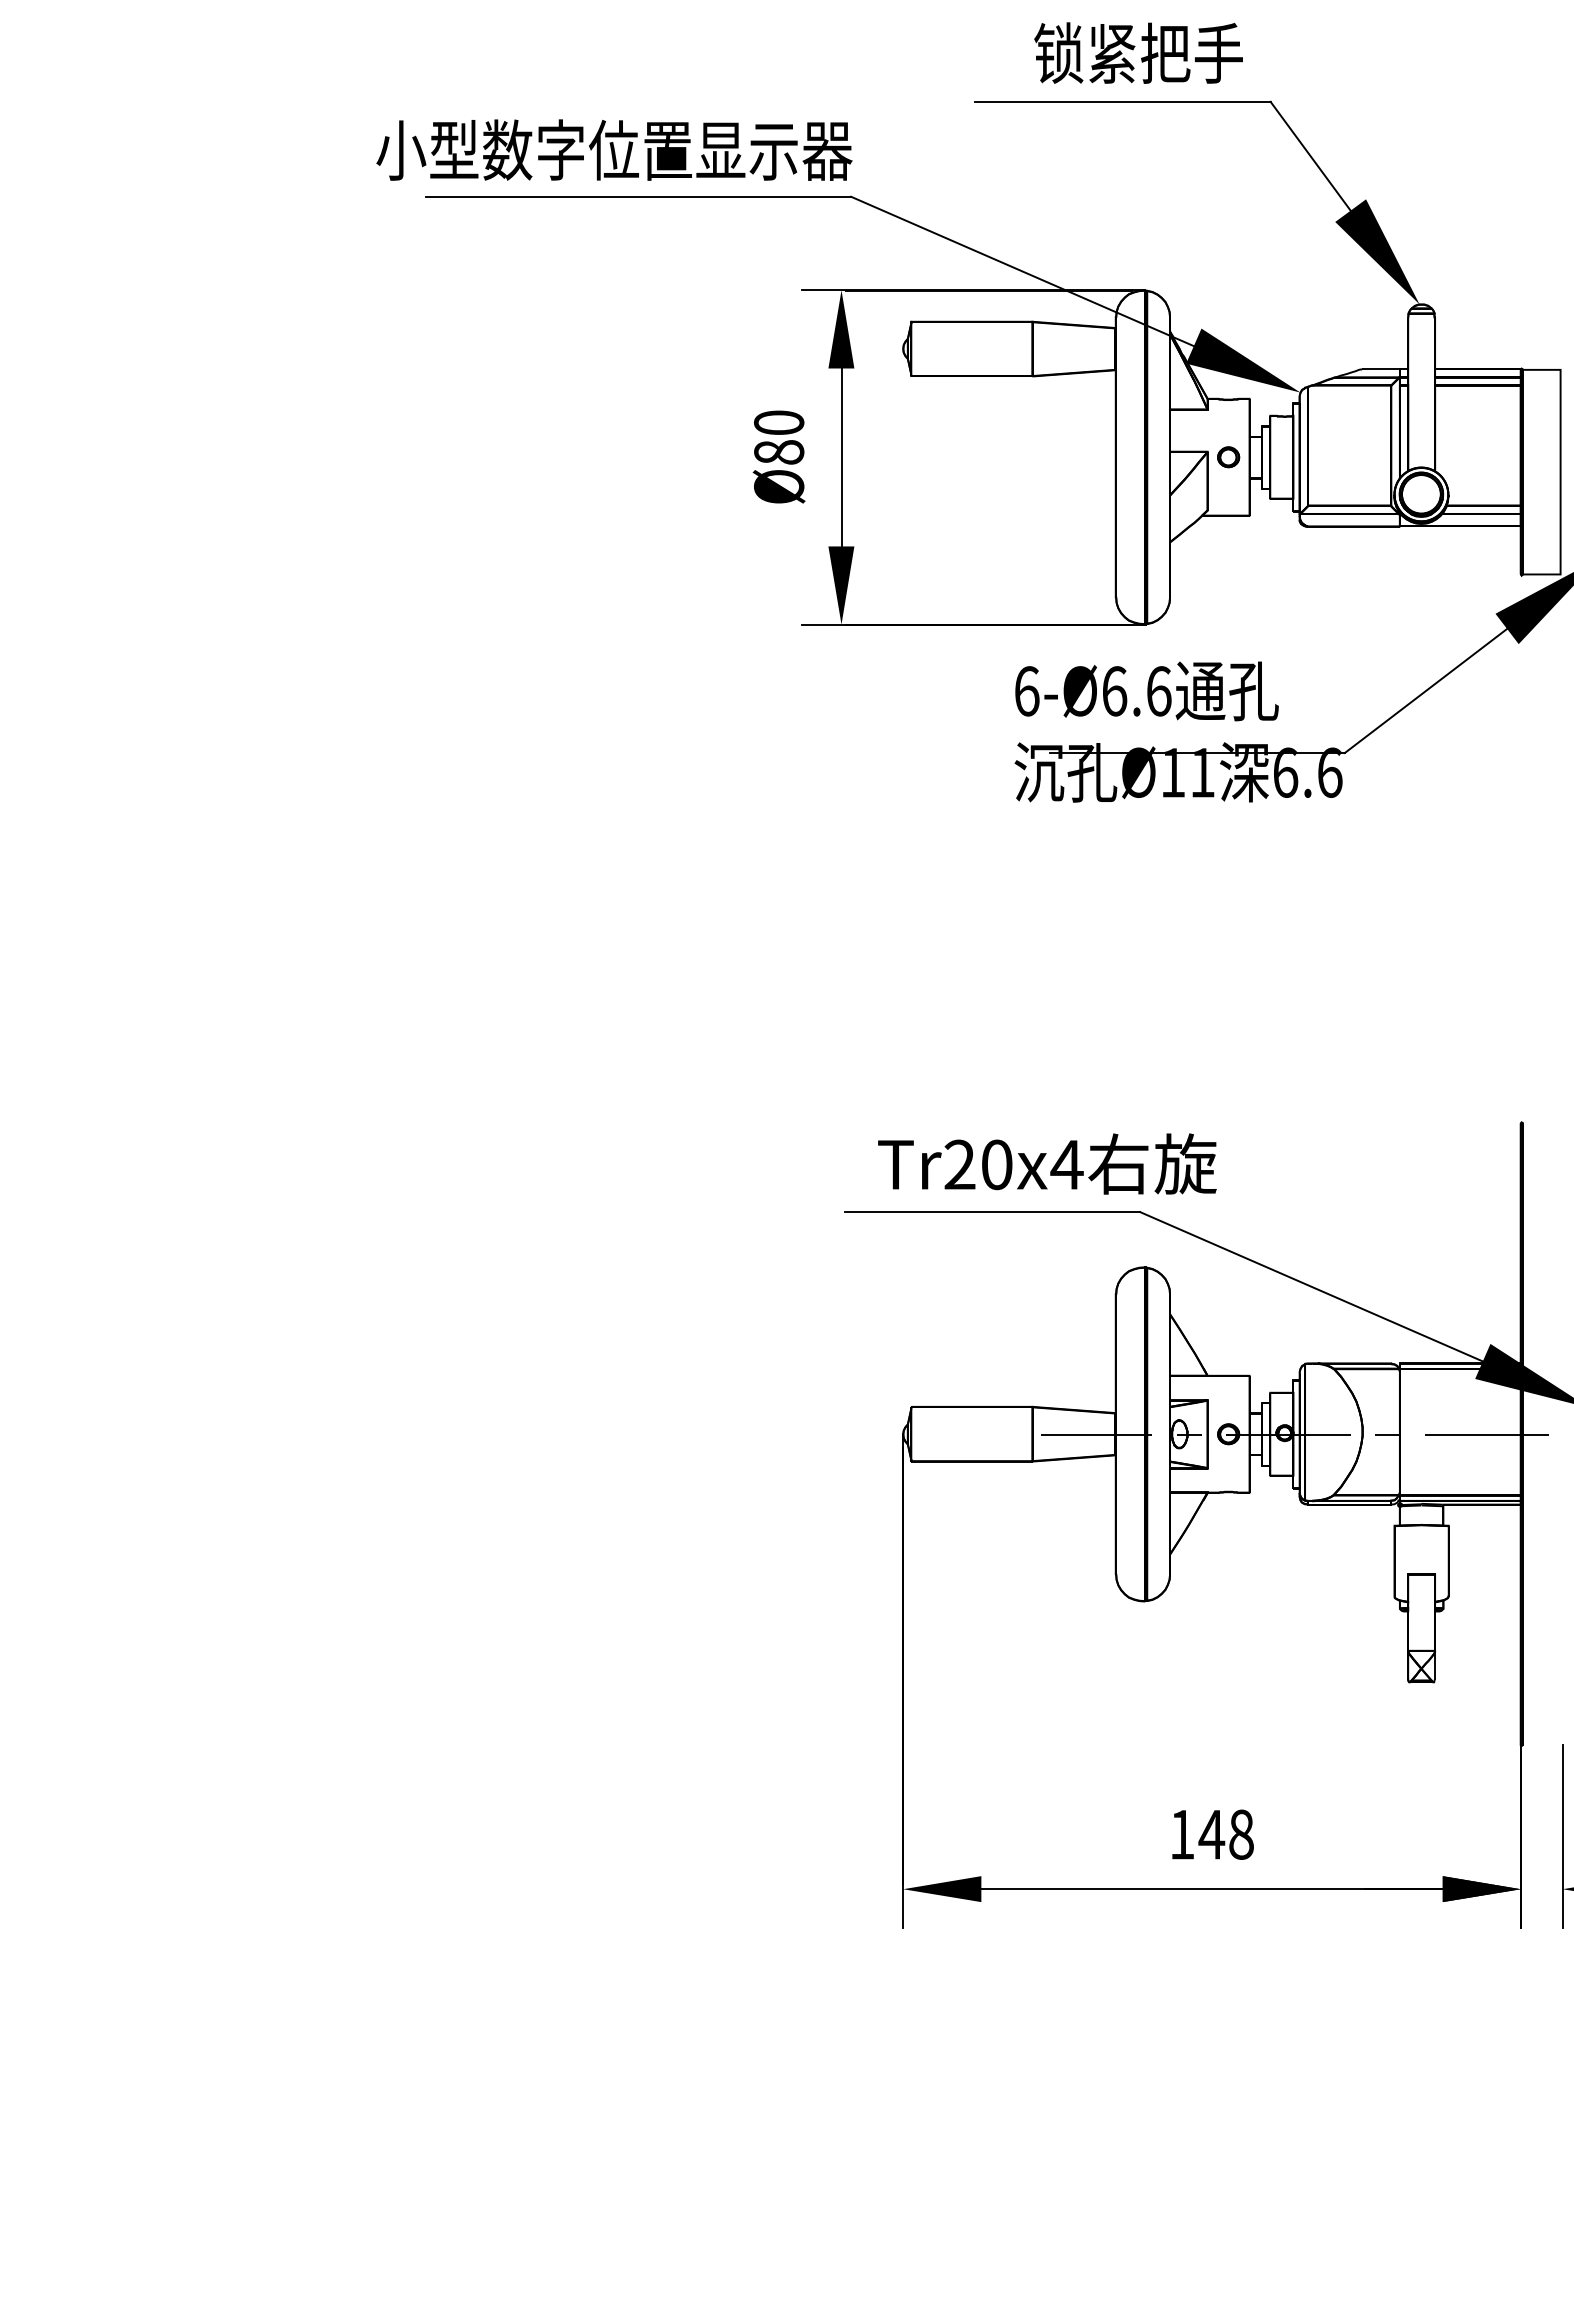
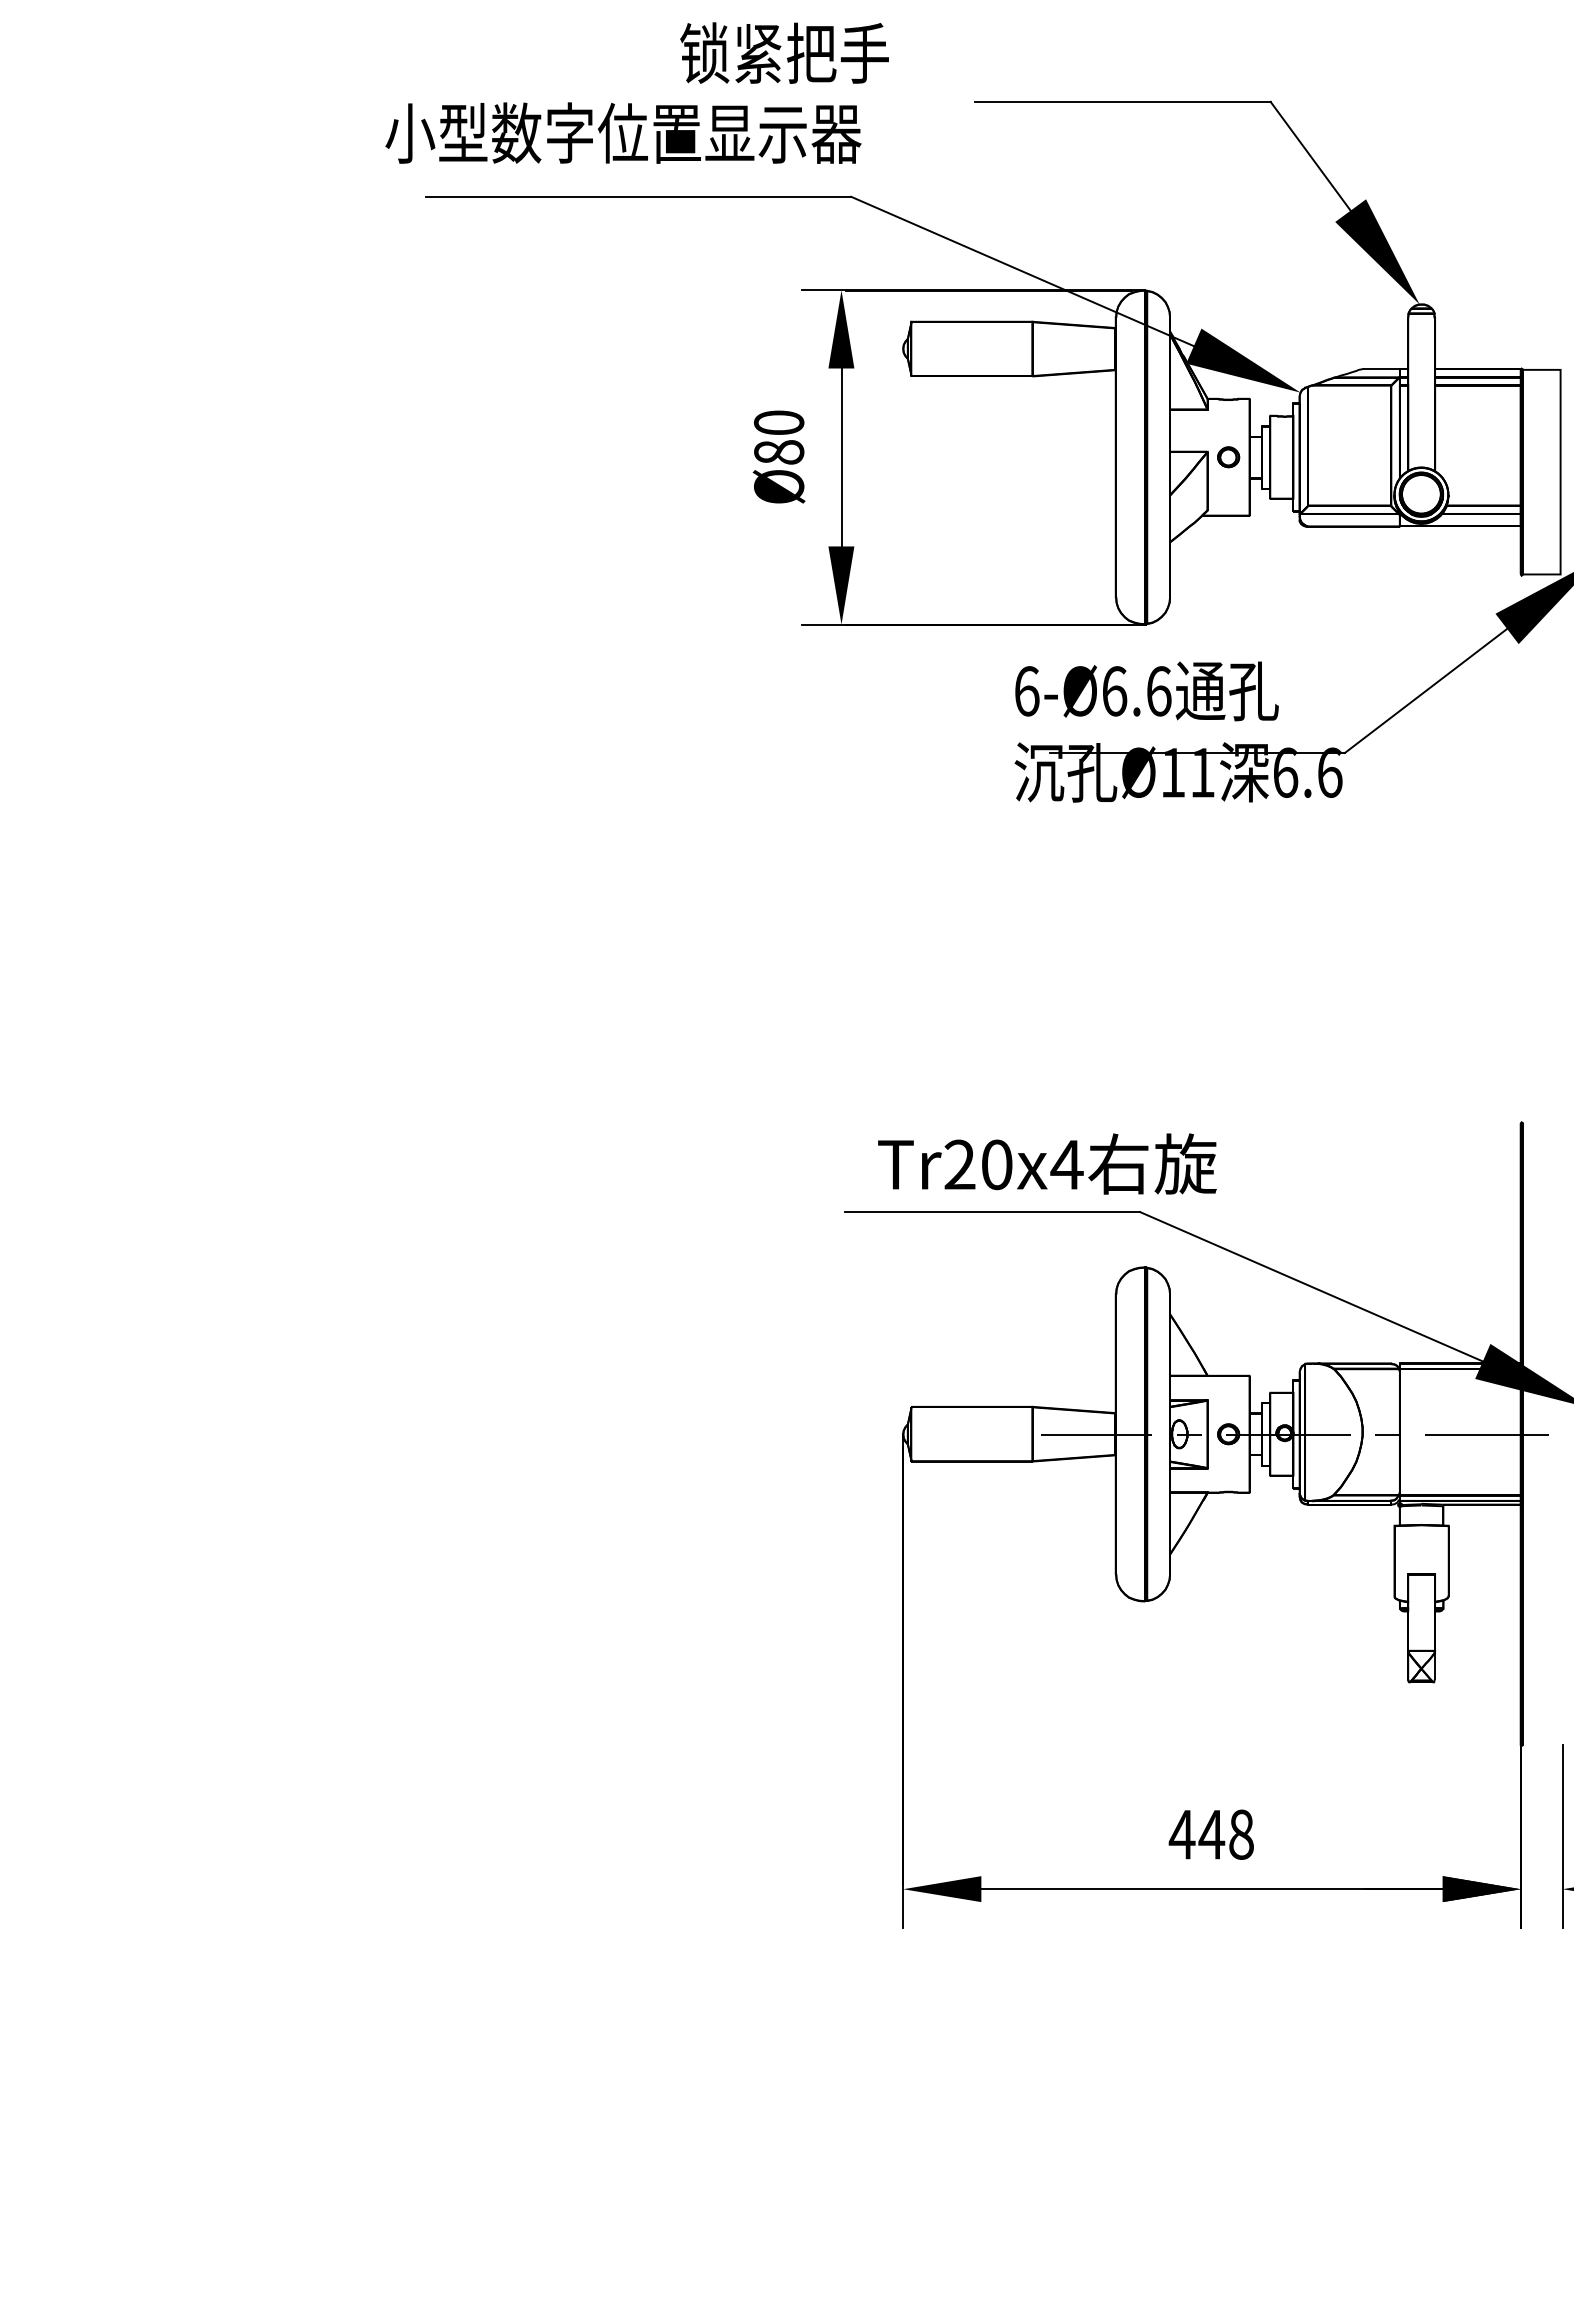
text at (1138, 52) position: (1138, 52) -> (784, 52)
text at (614, 149) position: (614, 149) -> (623, 132)
text at (1181, 1834): 148 -> 448
